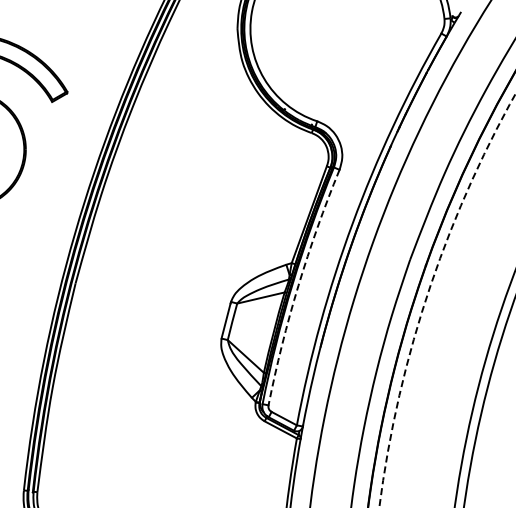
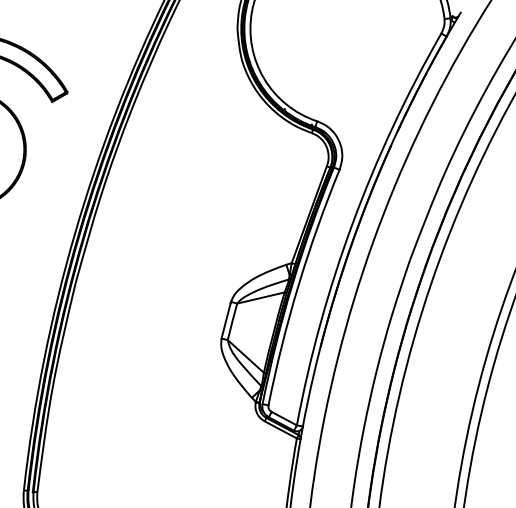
arc at (298, 285): dashed -> solid
circle at (447, 300): dashed -> solid
